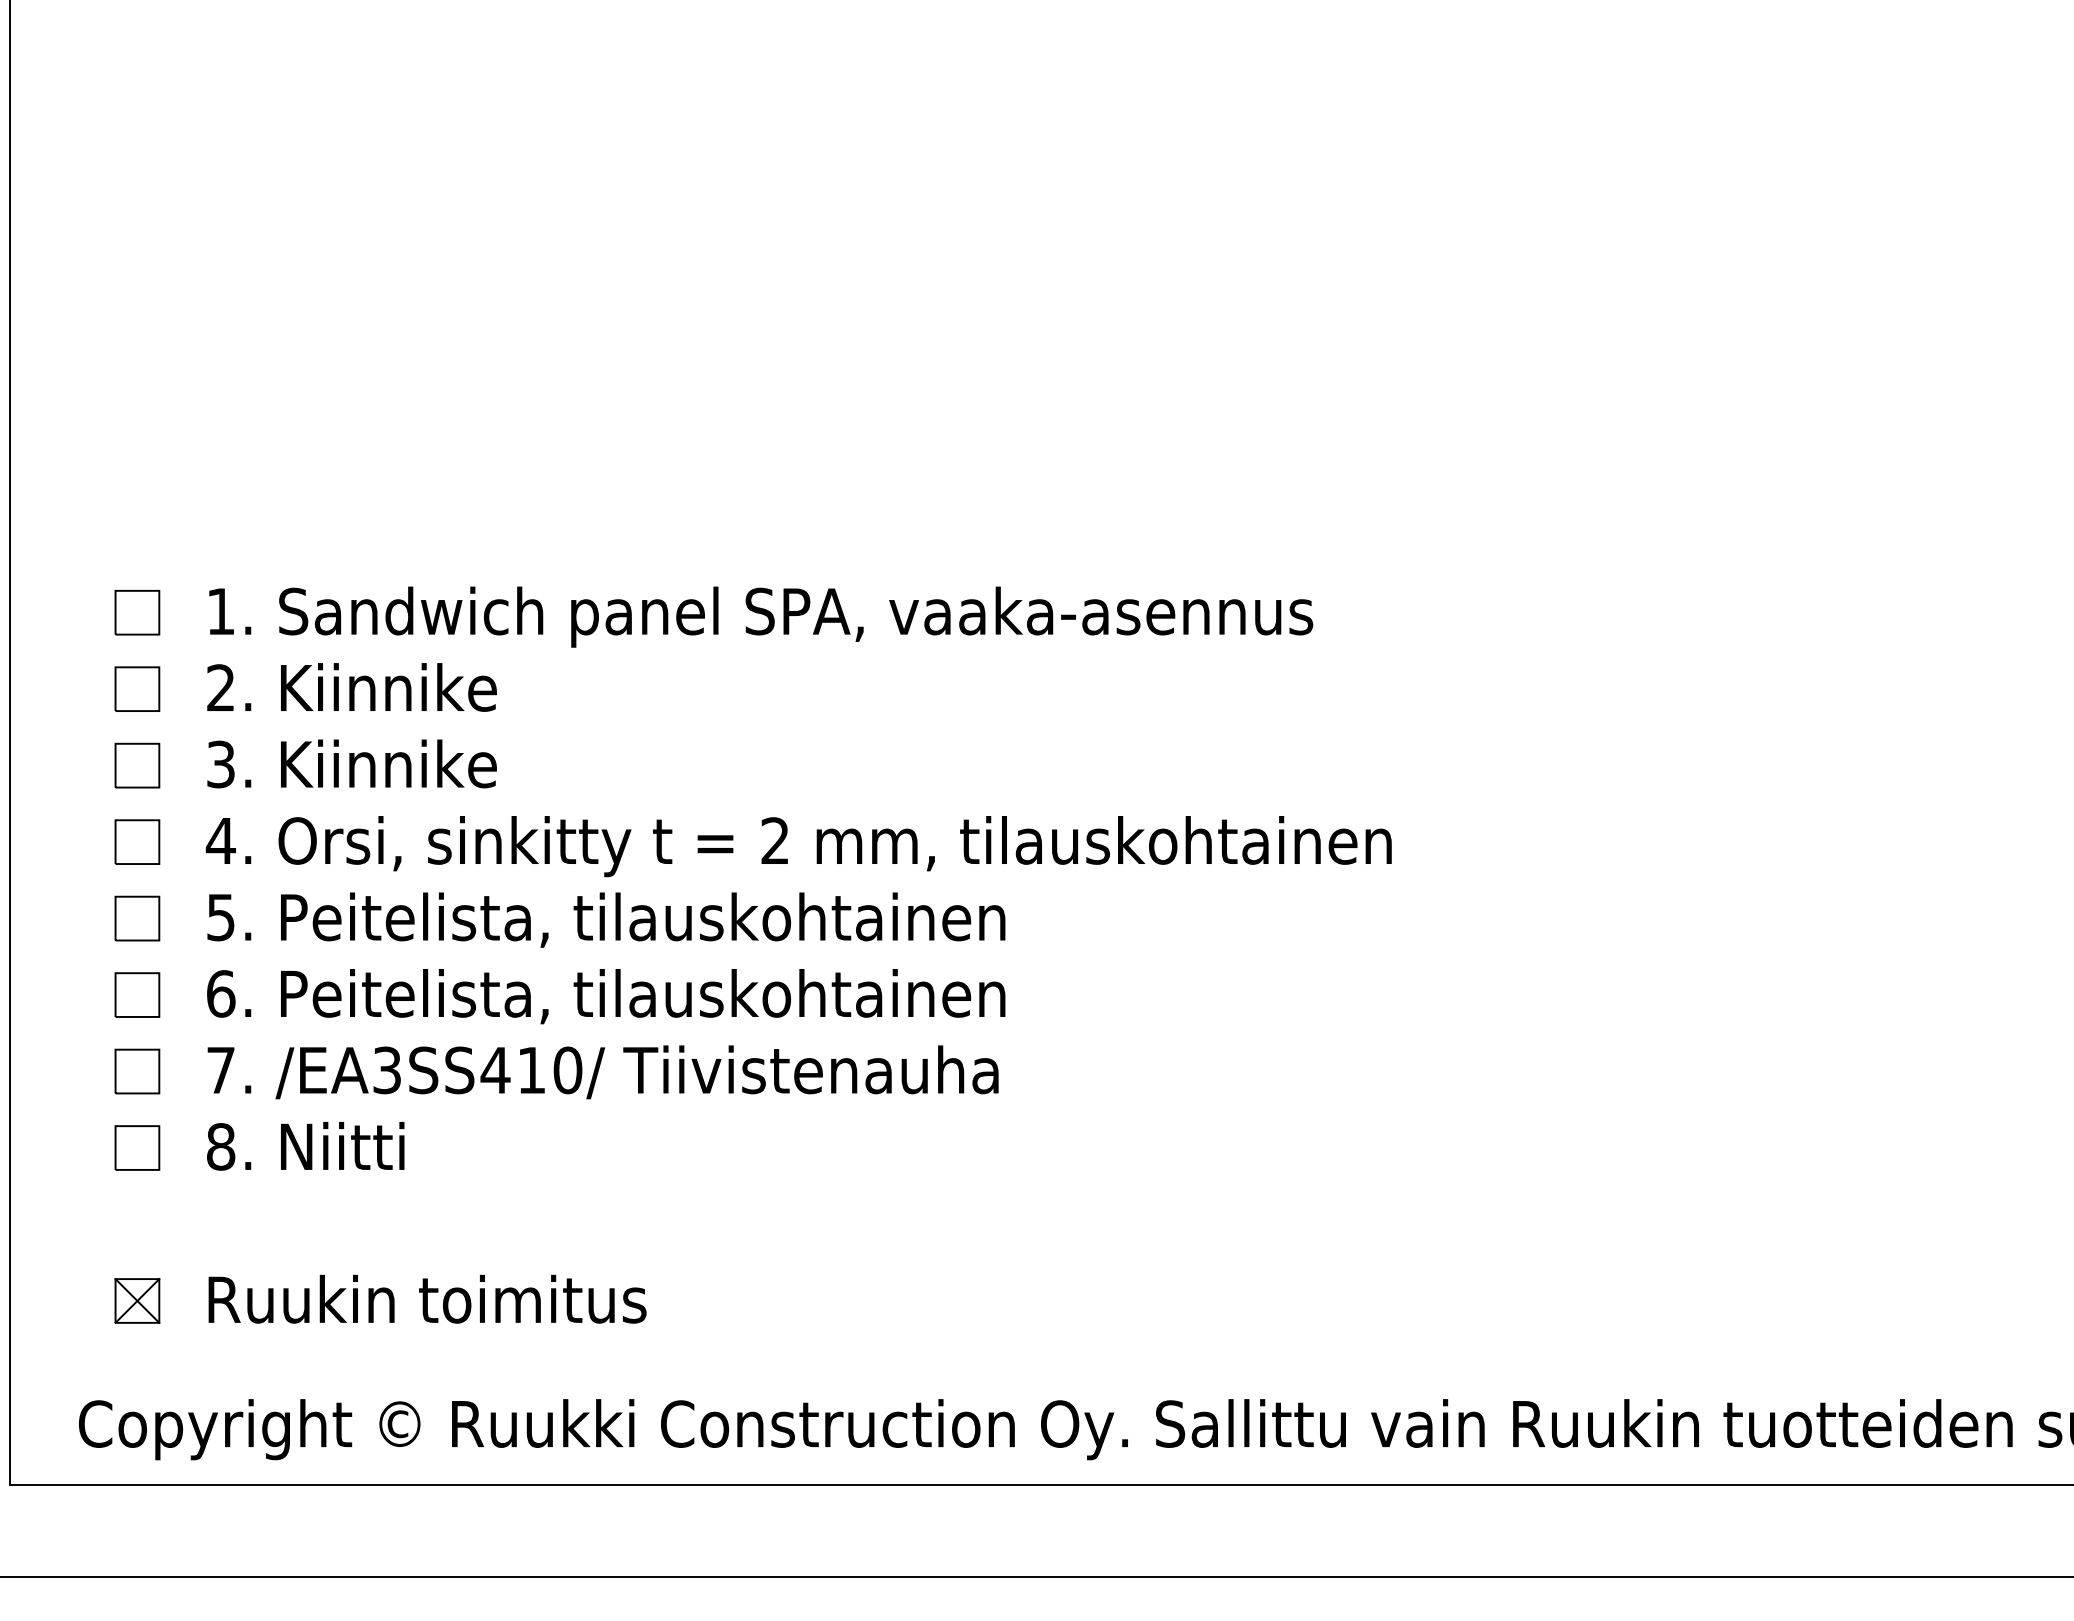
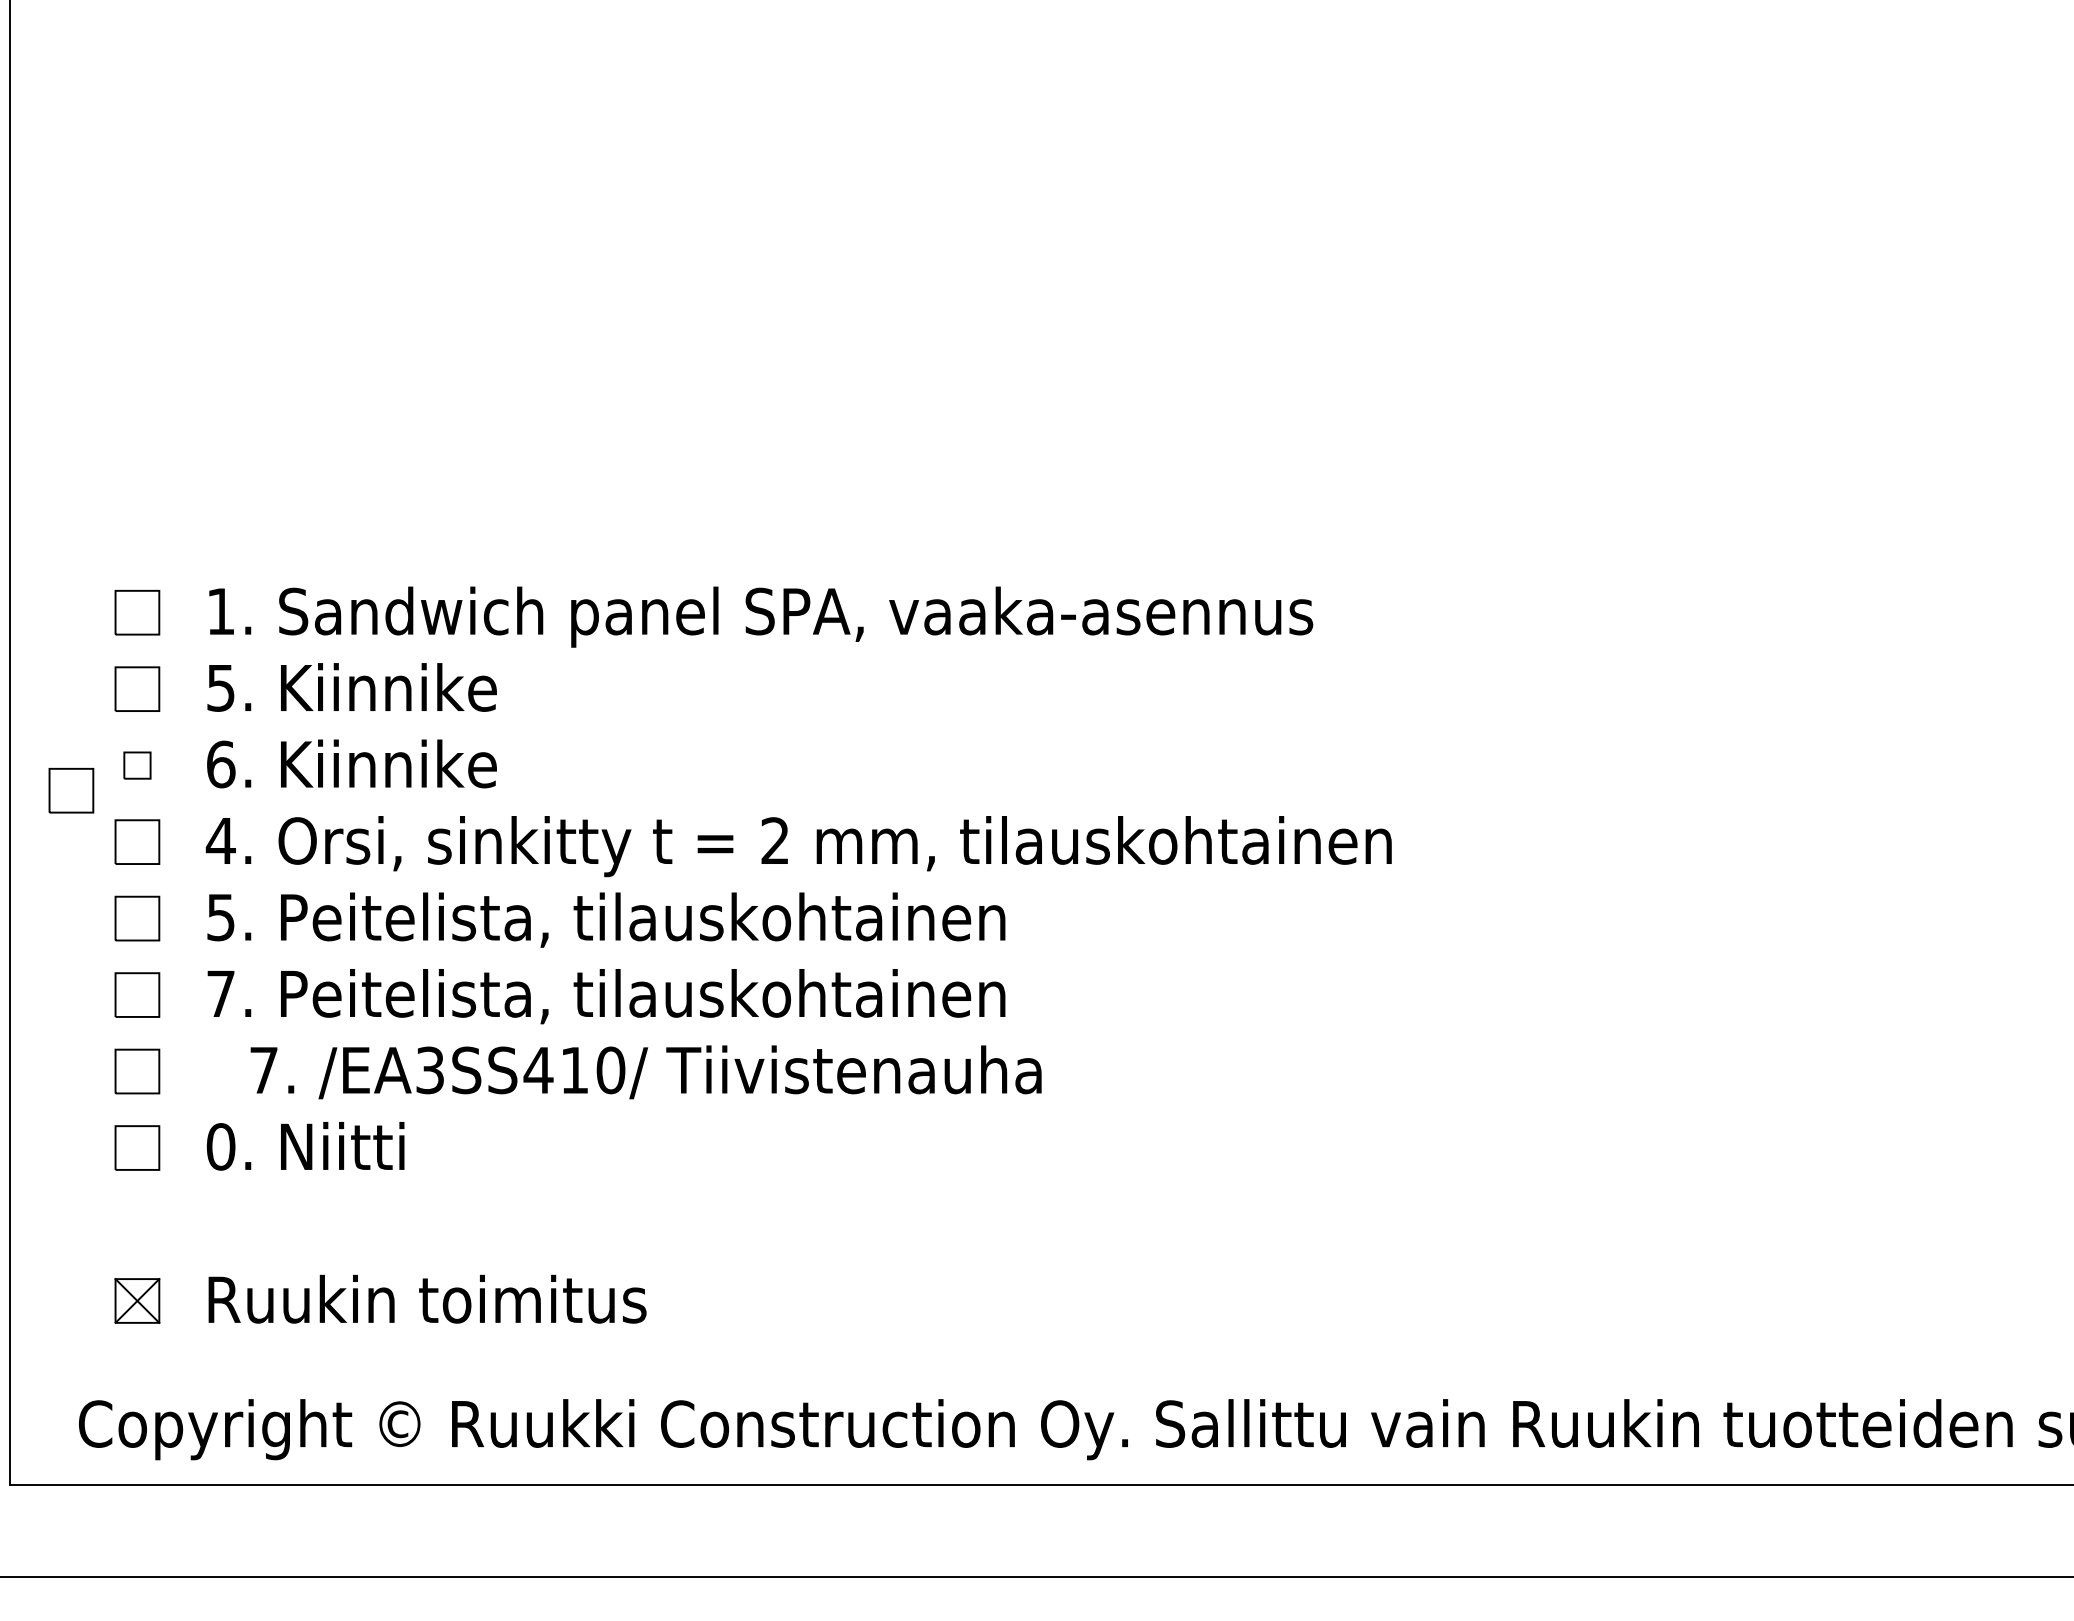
text at (220, 687): 2. -> 5.
text at (221, 764): 3. -> 6.
part at (137, 765) size: 47x47 px -> 29x29 px
part at (71, 790): none -> present
text at (221, 993): 6. -> 7.
text at (602, 1072) position: (602, 1072) -> (645, 1072)
text at (220, 1146): 8. -> 0.
